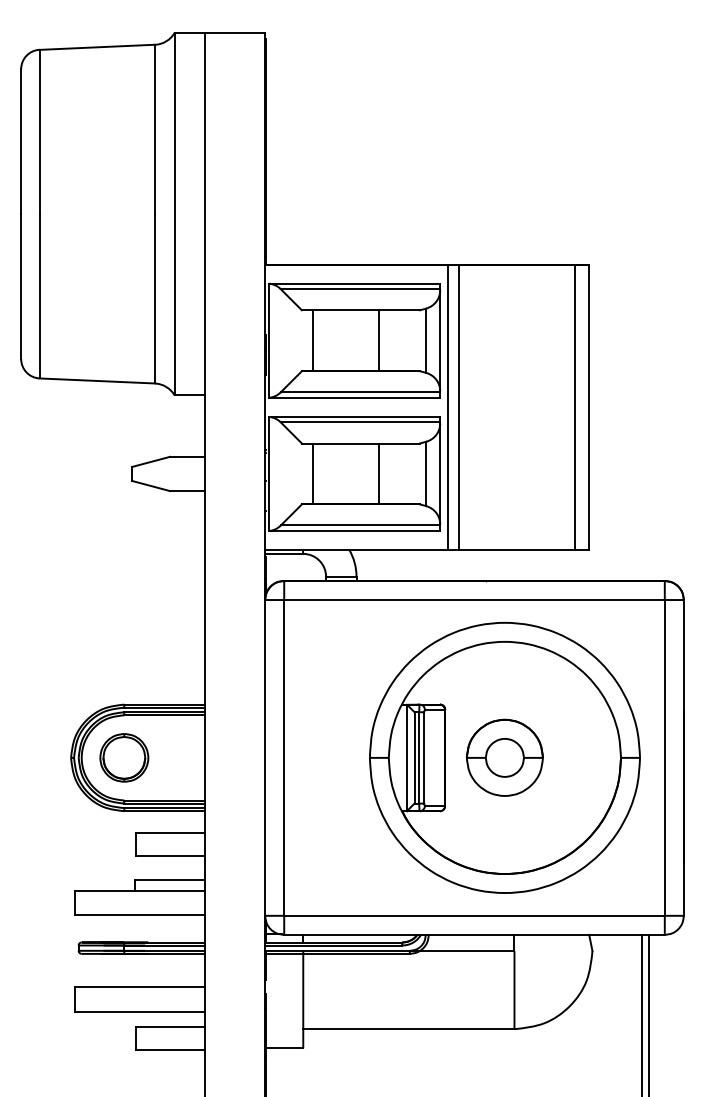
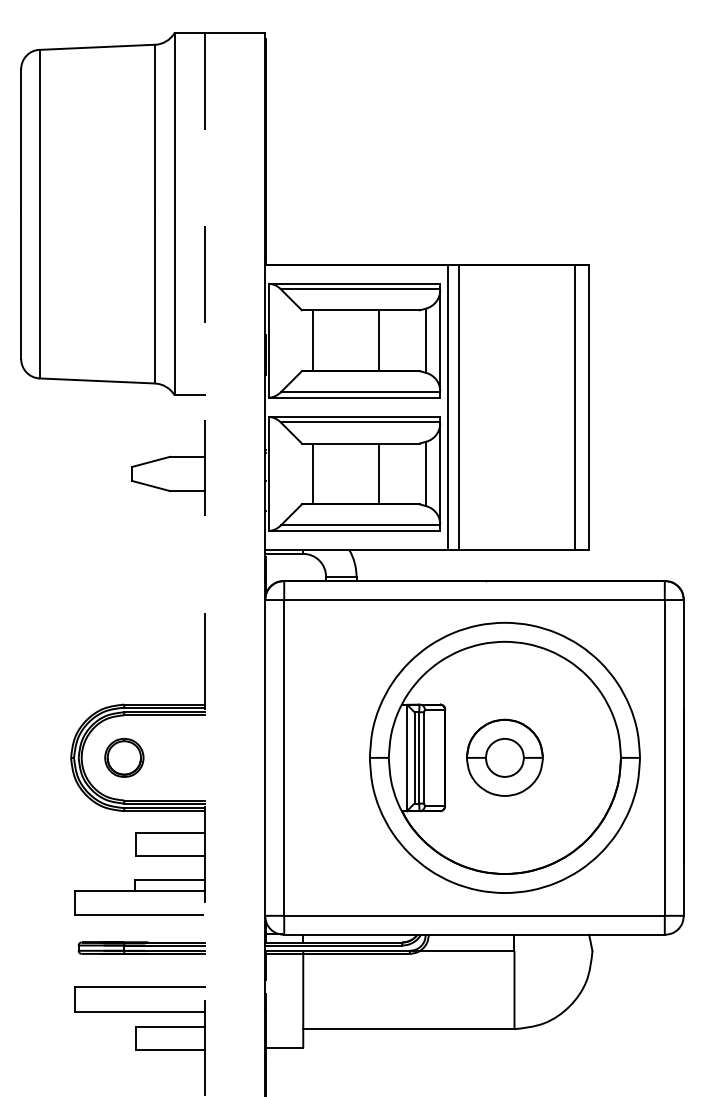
line at (204, 564): solid -> dashed
part at (124, 757) size: 51x50 px -> 41x41 px
line at (641, 1013): present -> none
line at (648, 1013): present -> none
